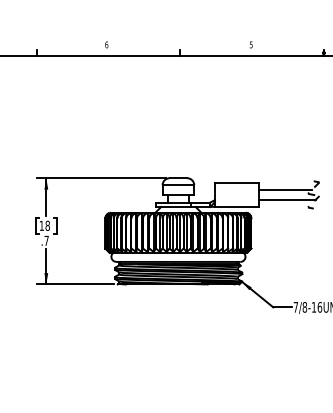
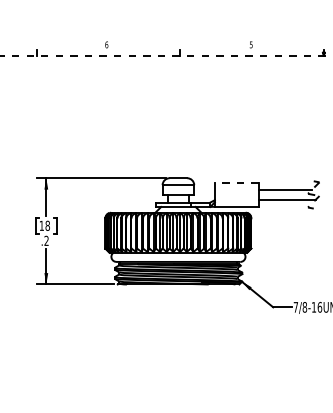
line at (166, 55): solid -> dashed
line at (236, 182): solid -> dashed
text at (46, 240): .7 -> .2
